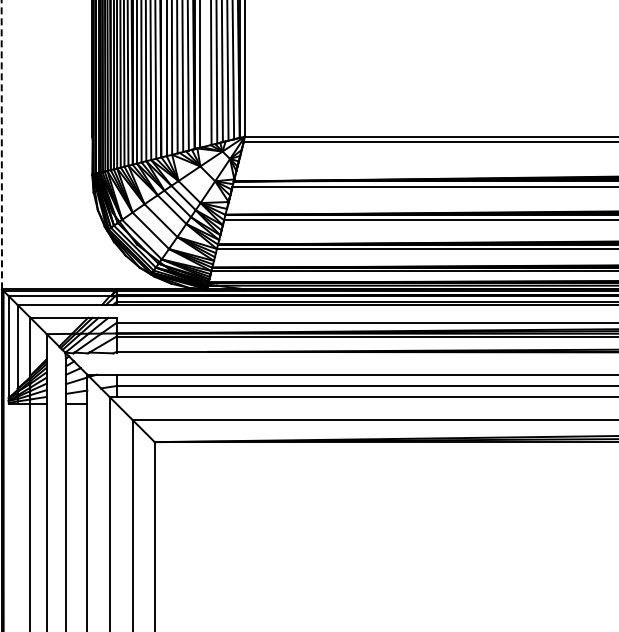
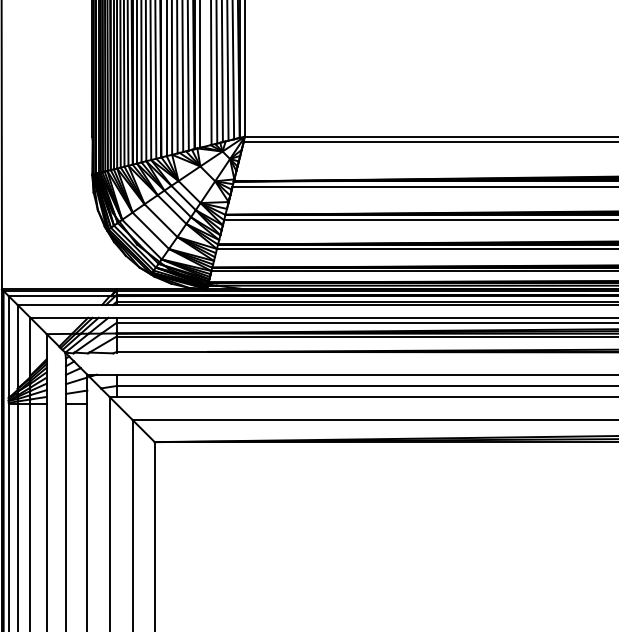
line at (1, 144): dashed -> solid
line at (365, 317): none -> present
line at (8, 515): none -> present
line at (17, 515): none -> present
